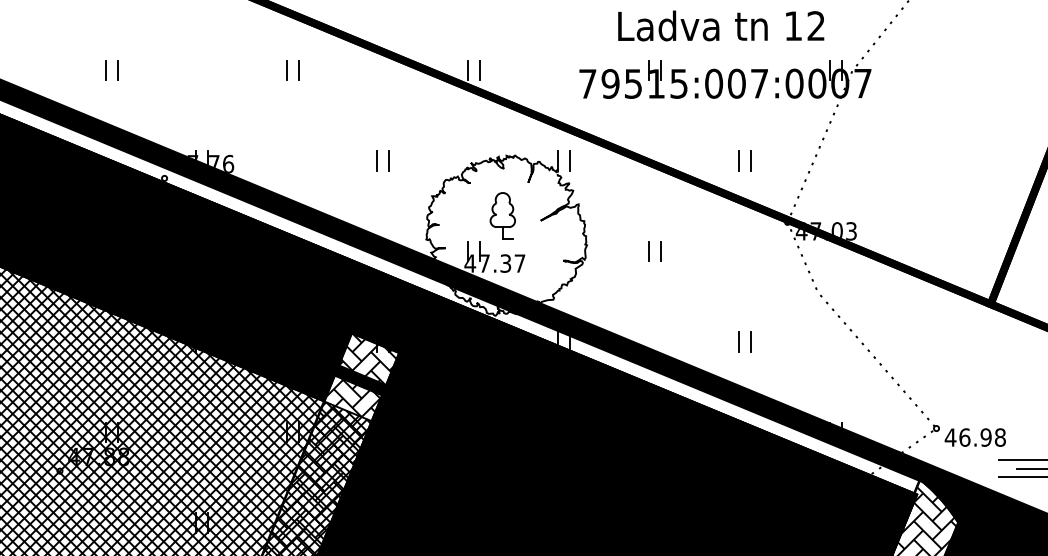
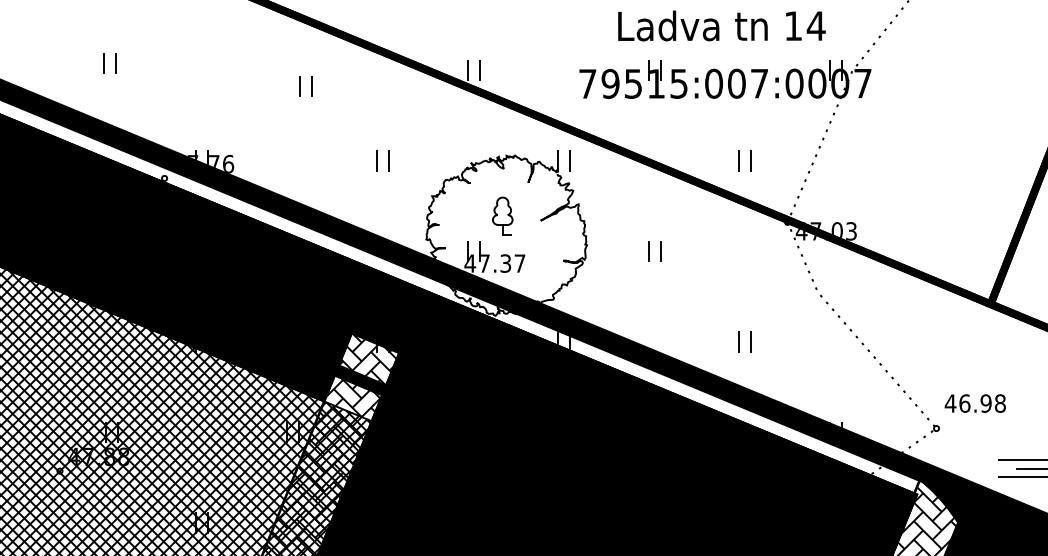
text at (815, 25): 12 -> 14
part at (111, 70) position: (111, 70) -> (109, 63)
part at (292, 70) position: (292, 70) -> (305, 86)
part at (502, 215) size: 27x48 px -> 22x40 px
text at (974, 437) position: (974, 437) -> (974, 403)
